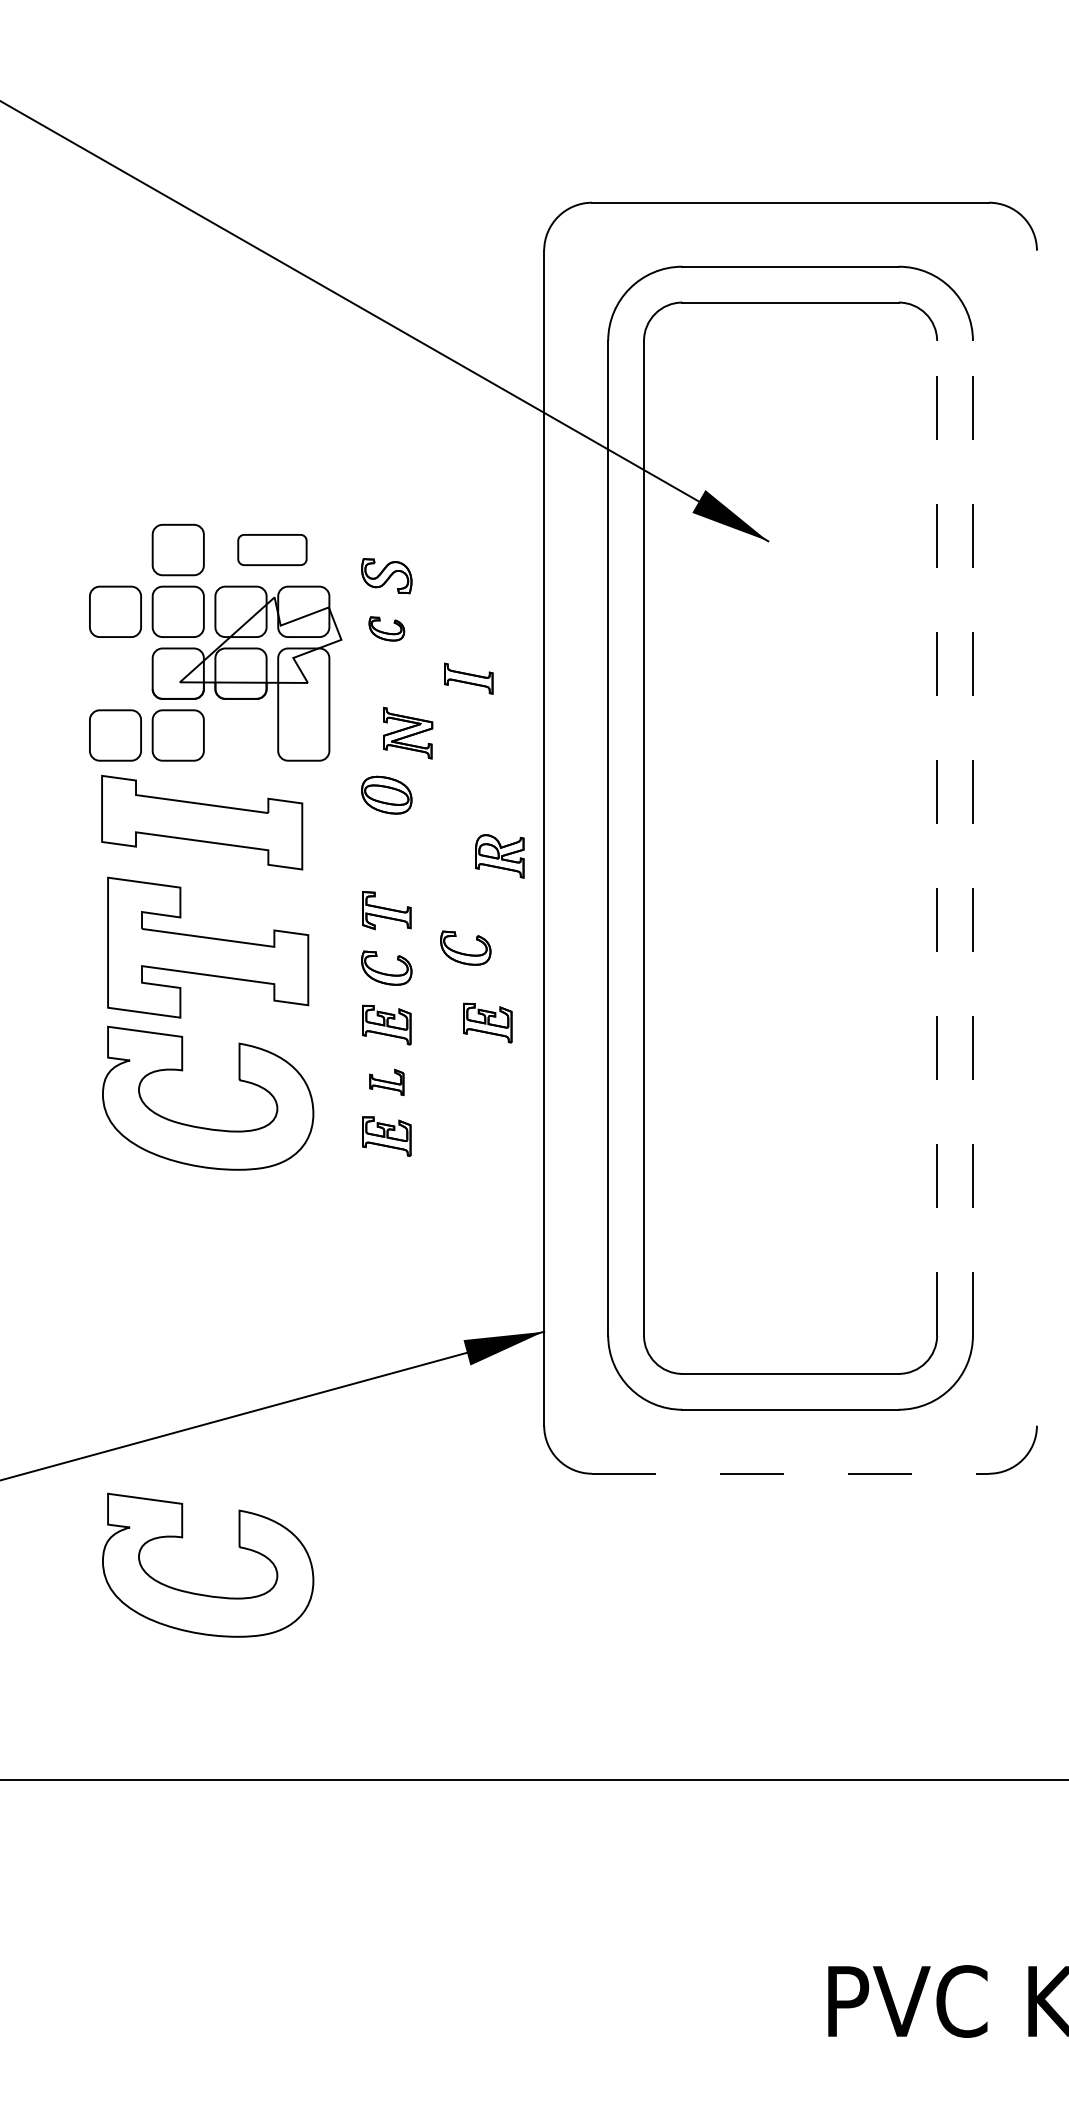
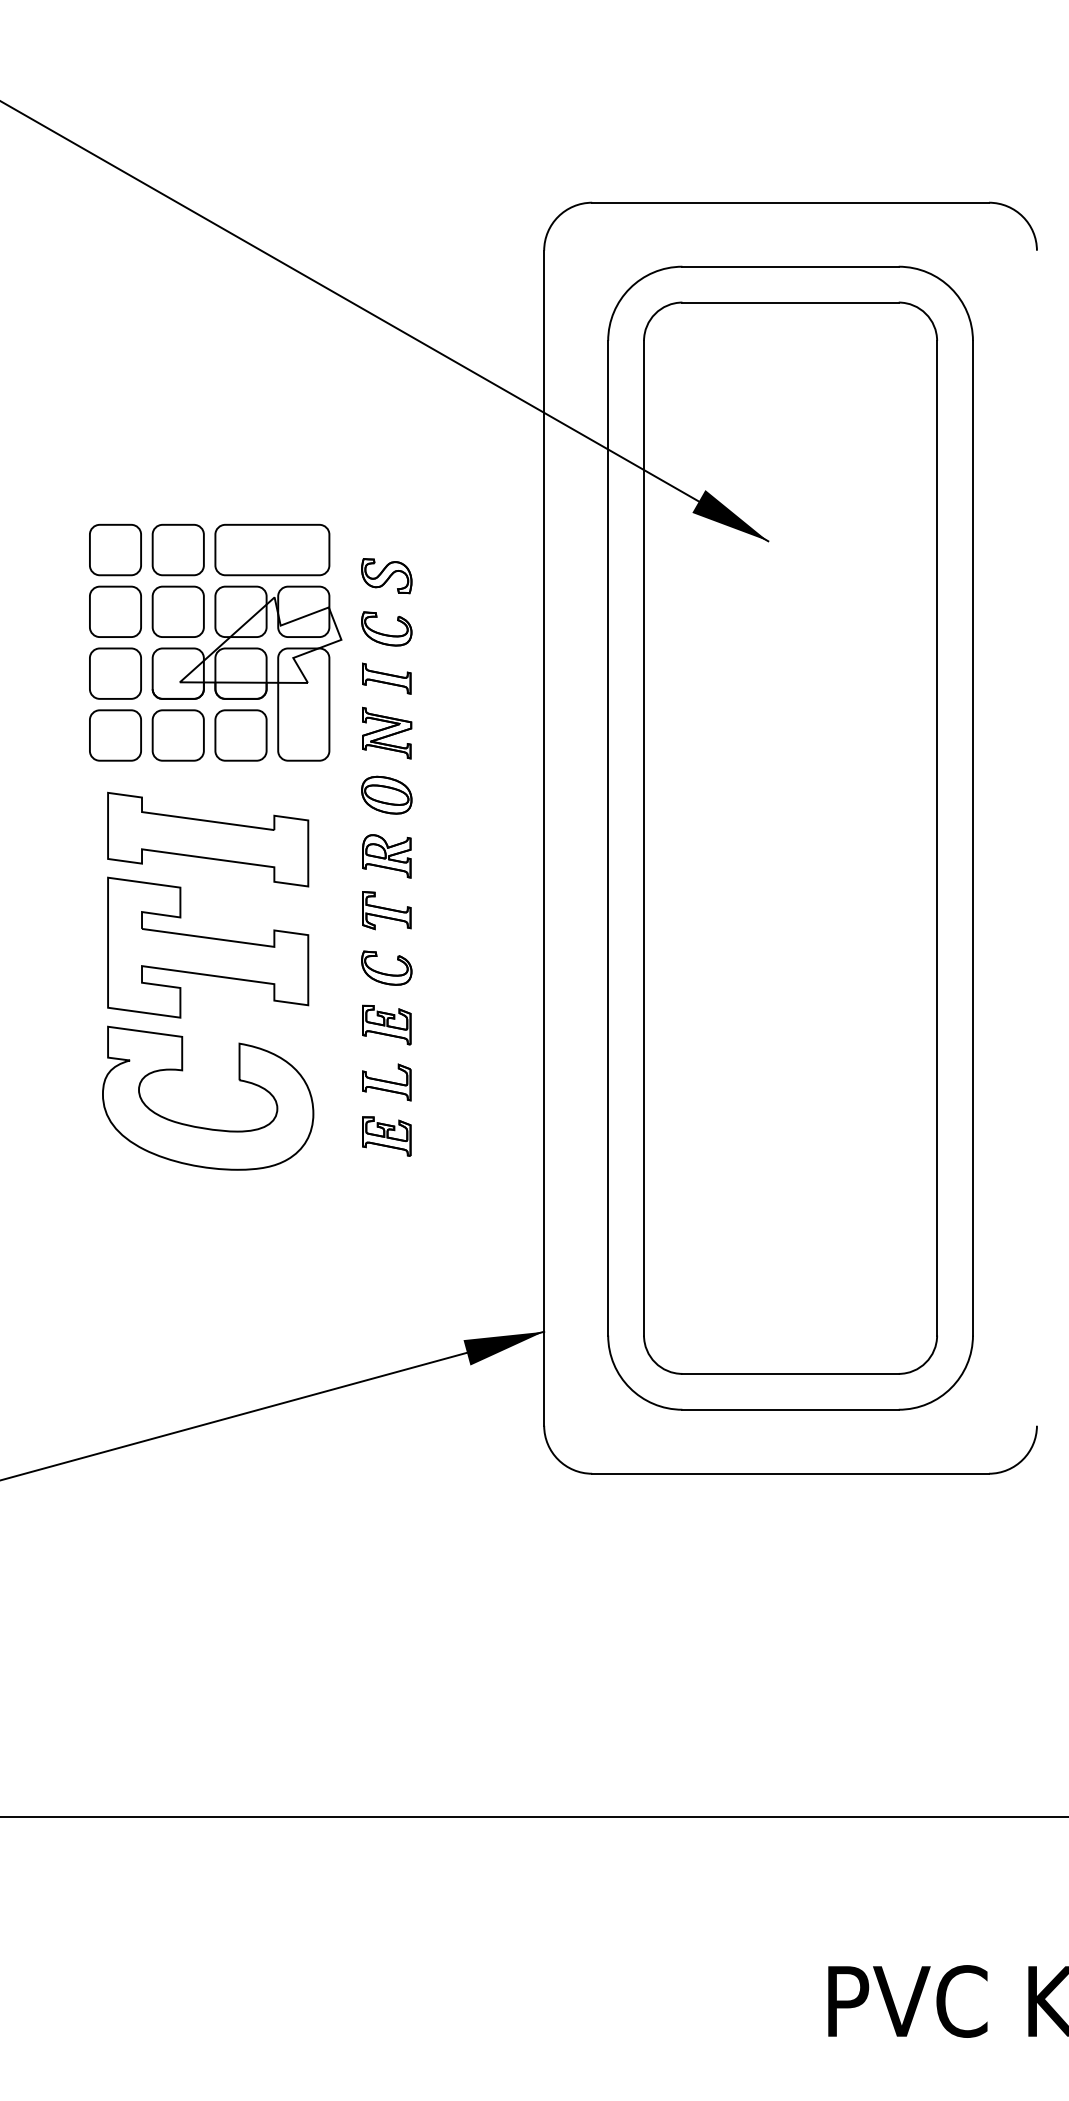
part at (115, 549): none -> present
part at (272, 549) size: 71x32 px -> 117x54 px
part at (386, 628) size: 38x26 px -> 52x36 px
part at (115, 673): none -> present
part at (468, 678) position: (468, 678) -> (386, 678)
part at (408, 732) position: (408, 732) -> (387, 732)
part at (240, 735): none -> present
part at (202, 822) position: (202, 822) -> (208, 839)
line at (937, 837): dashed -> solid
line at (972, 837): dashed -> solid
part at (499, 856) position: (499, 856) -> (386, 856)
part at (465, 947): present -> none
part at (487, 1022): present -> none
part at (386, 1082) size: 36x29 px -> 50x39 px
line at (791, 1473): dashed -> solid
part at (206, 1594): present -> none
line at (533, 1780) position: (533, 1780) -> (533, 1817)
